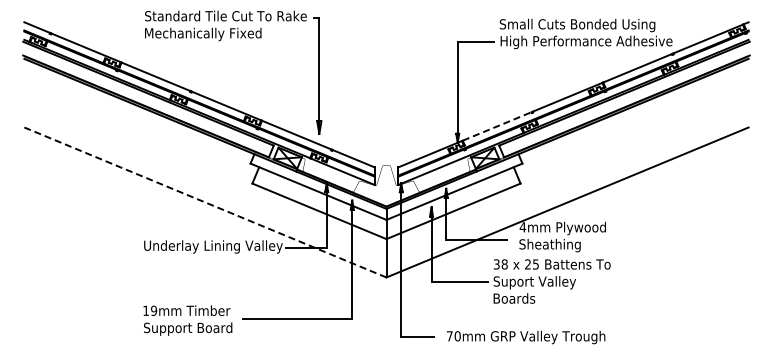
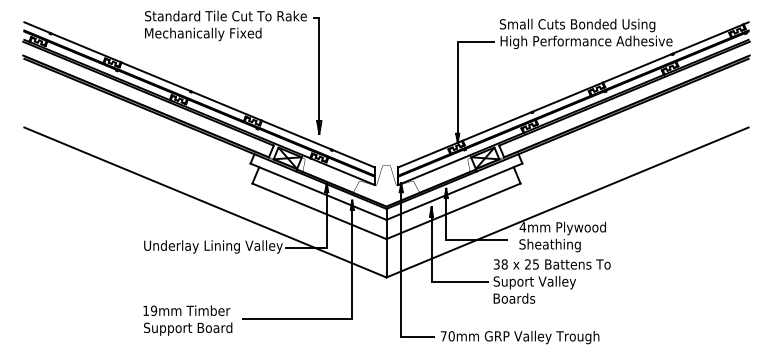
line at (497, 126): dashed -> solid
line at (204, 202): dashed -> solid
text at (526, 337) position: (526, 337) -> (520, 337)
